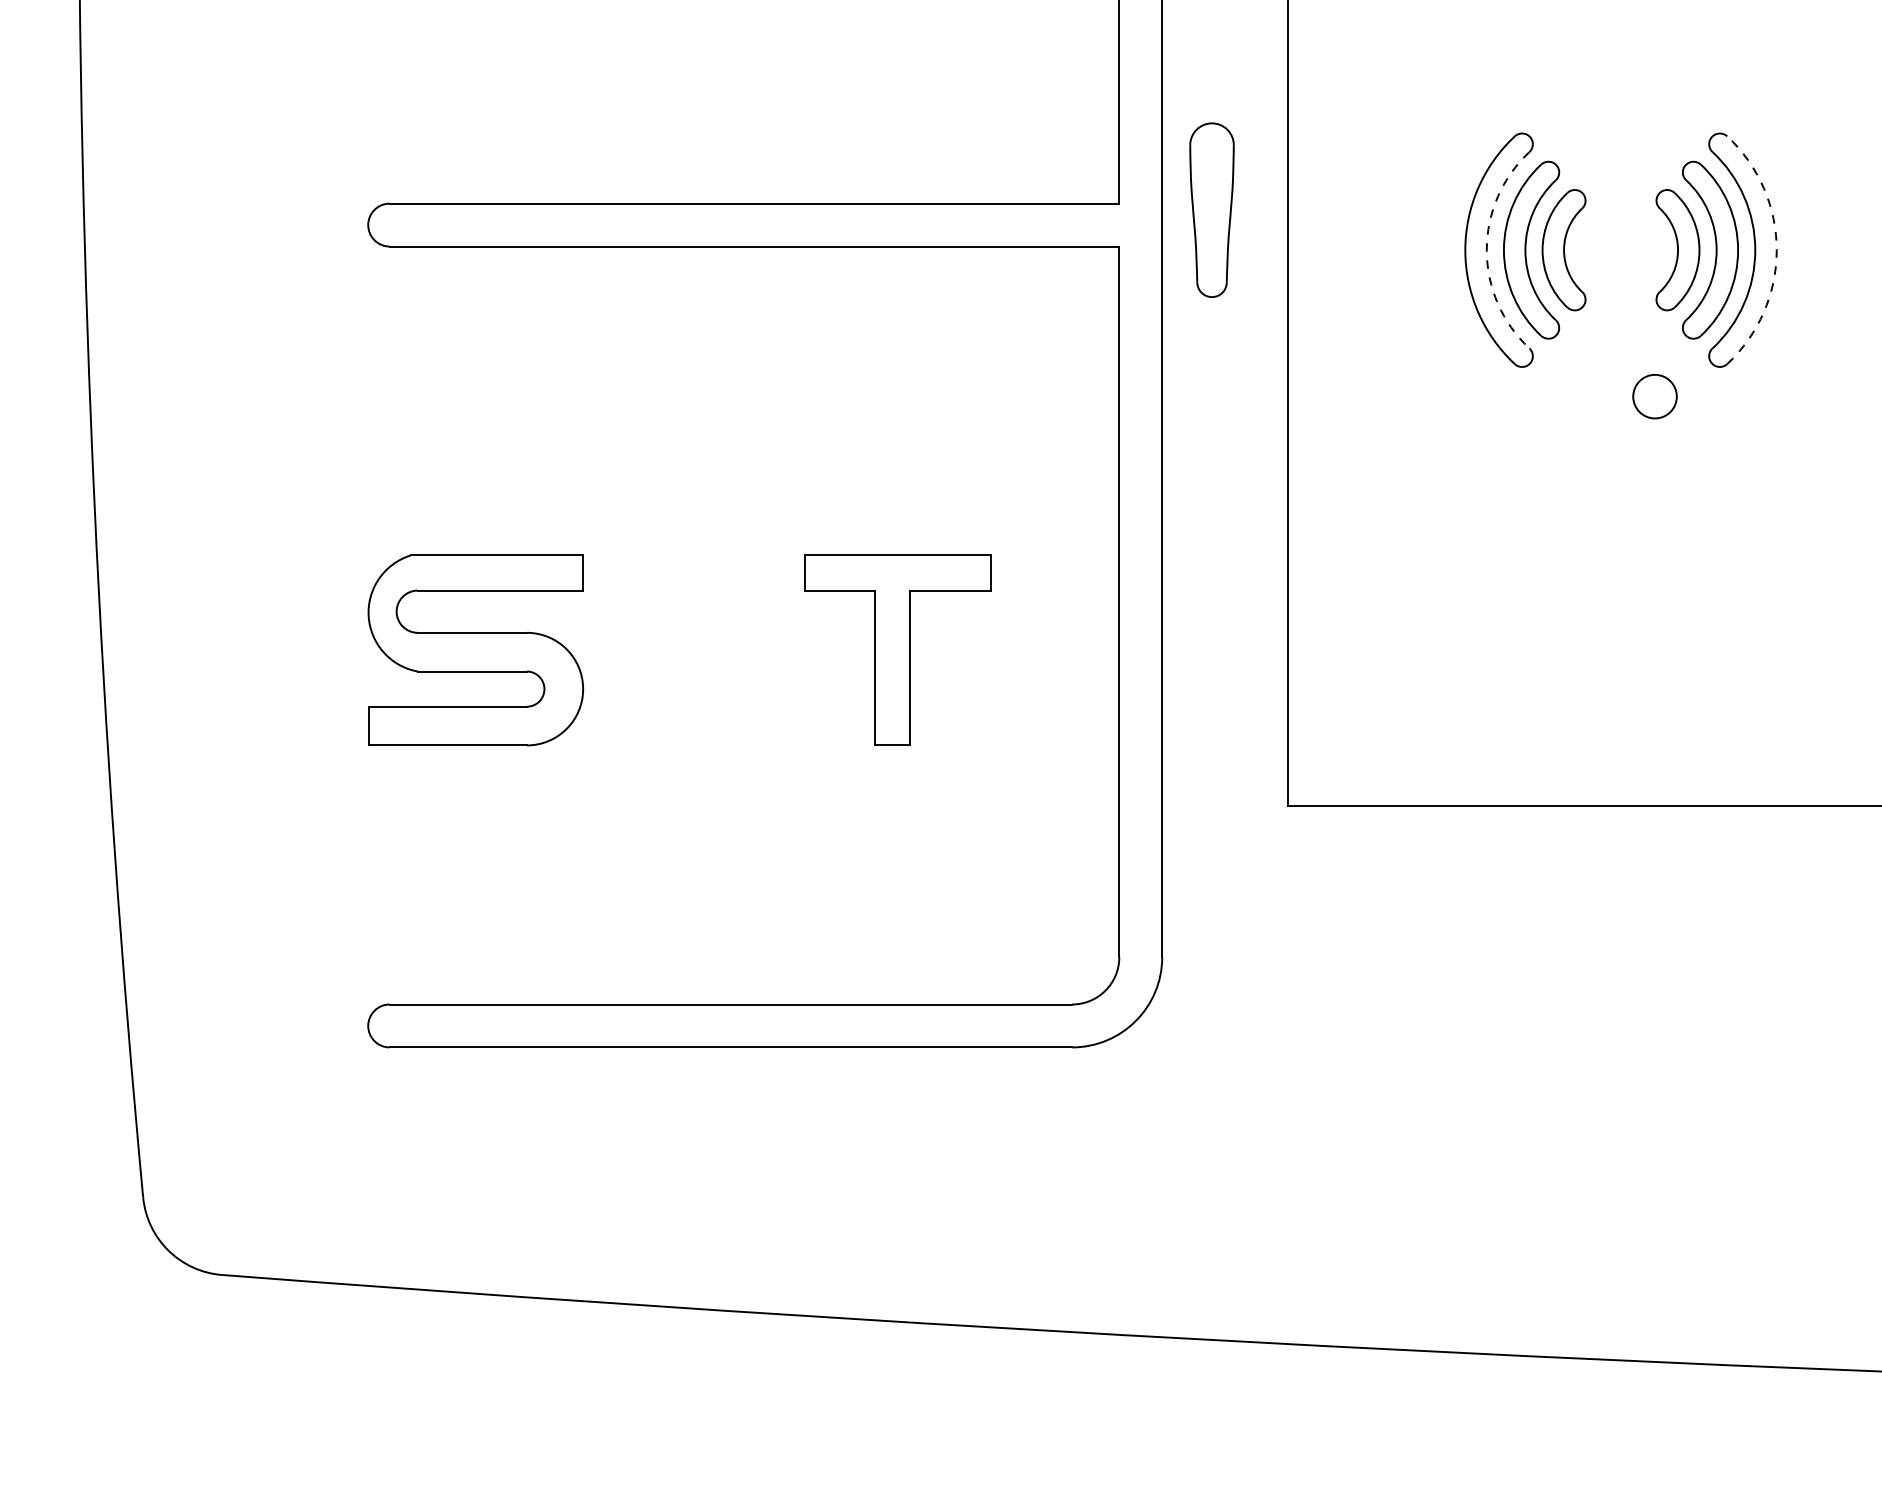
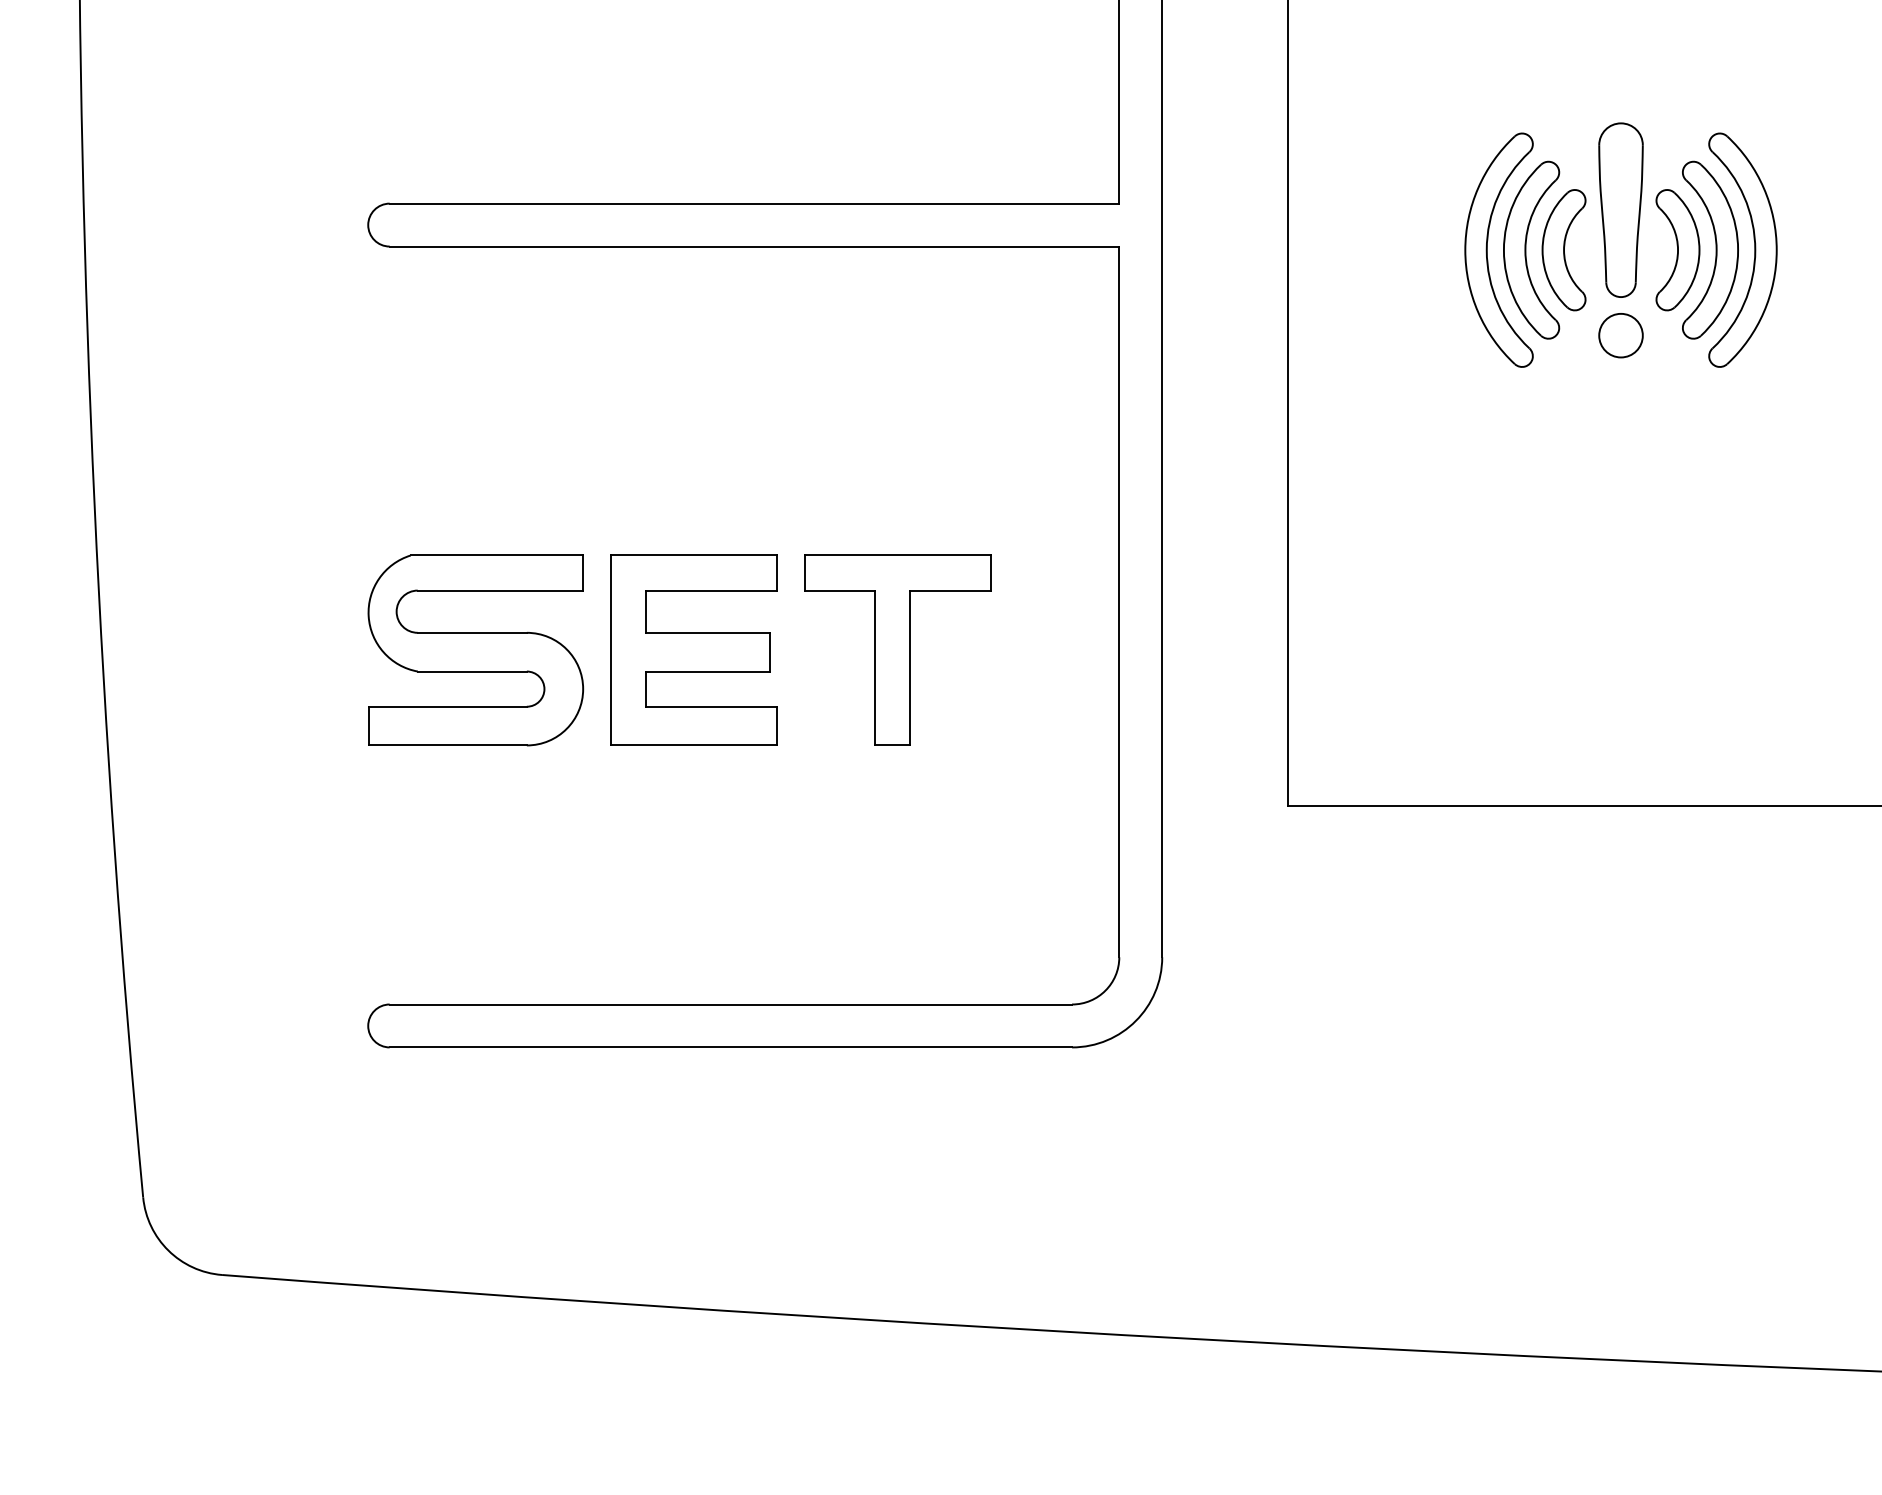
part at (1211, 209) position: (1211, 209) -> (1620, 209)
arc at (1486, 250): dashed -> solid
arc at (1776, 250): dashed -> solid
circle at (1654, 396) position: (1654, 396) -> (1620, 335)
part at (693, 649): none -> present
